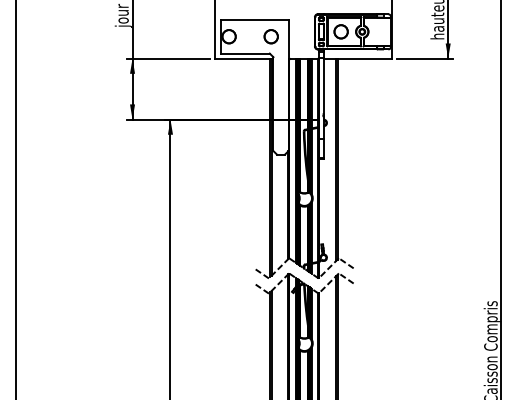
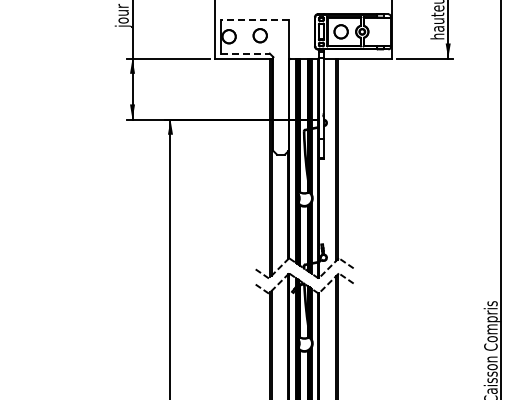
line at (254, 19): solid -> dashed
circle at (270, 36) position: (270, 36) -> (259, 35)
line at (245, 53): solid -> dashed
line at (15, 199): present -> none
